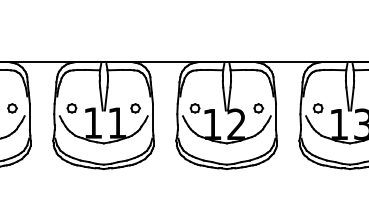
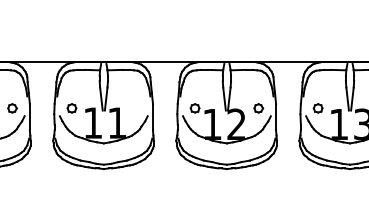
part at (135, 108): present -> none
